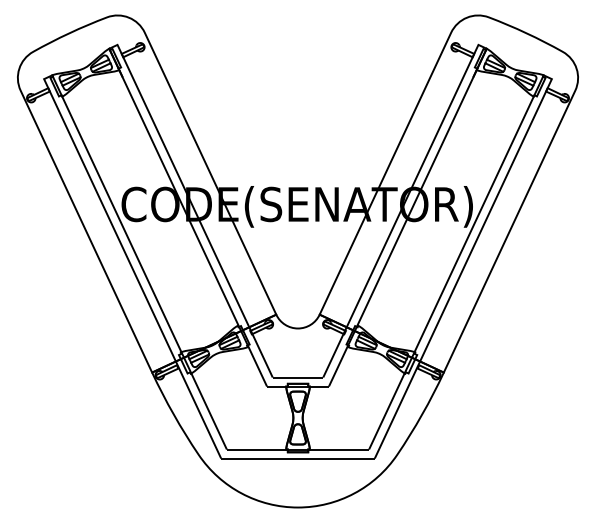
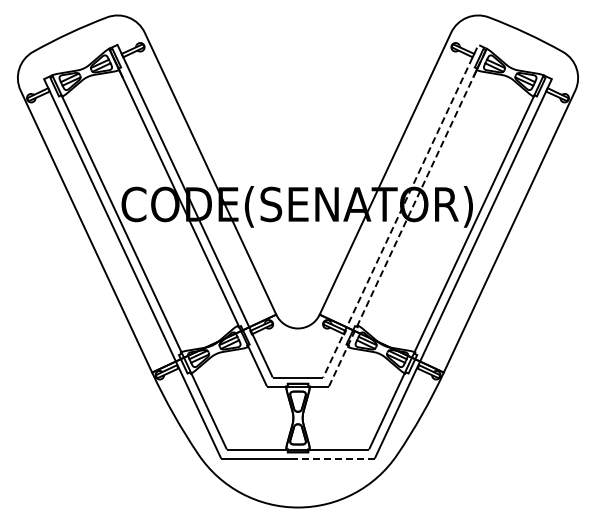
line at (484, 47): solid -> dashed
line at (336, 458): solid -> dashed
